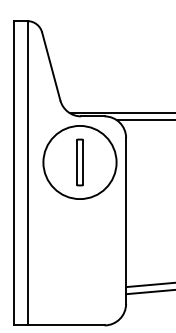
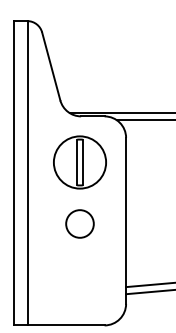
circle at (79, 162) diameter: 73 px -> 52 px
circle at (79, 223): none -> present
